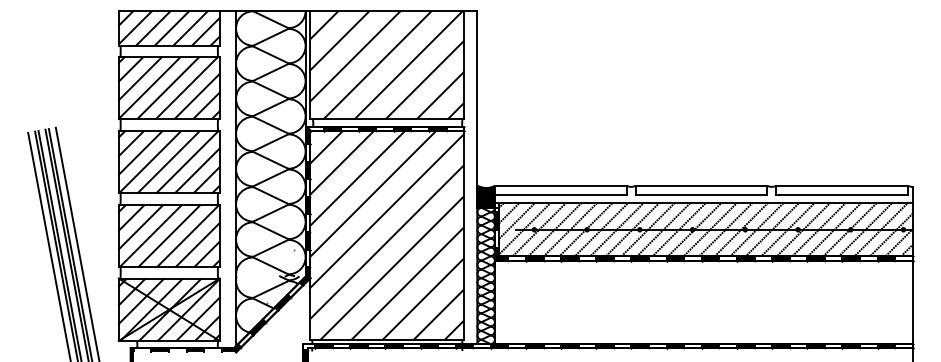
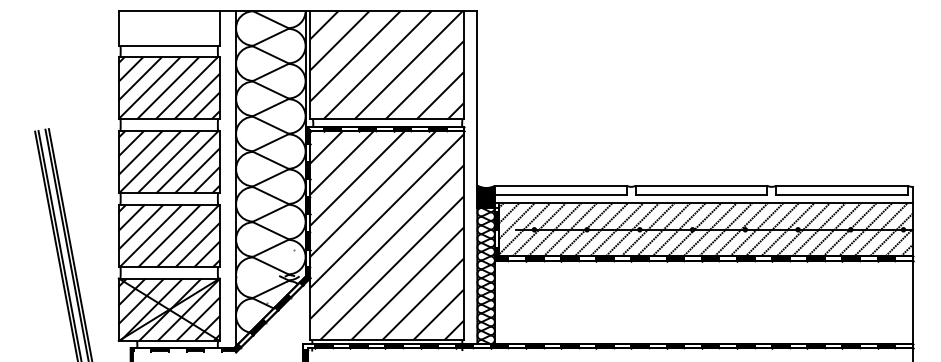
hatch at (168, 27): present -> none
line at (76, 242): present -> none
line at (49, 245): present -> none
